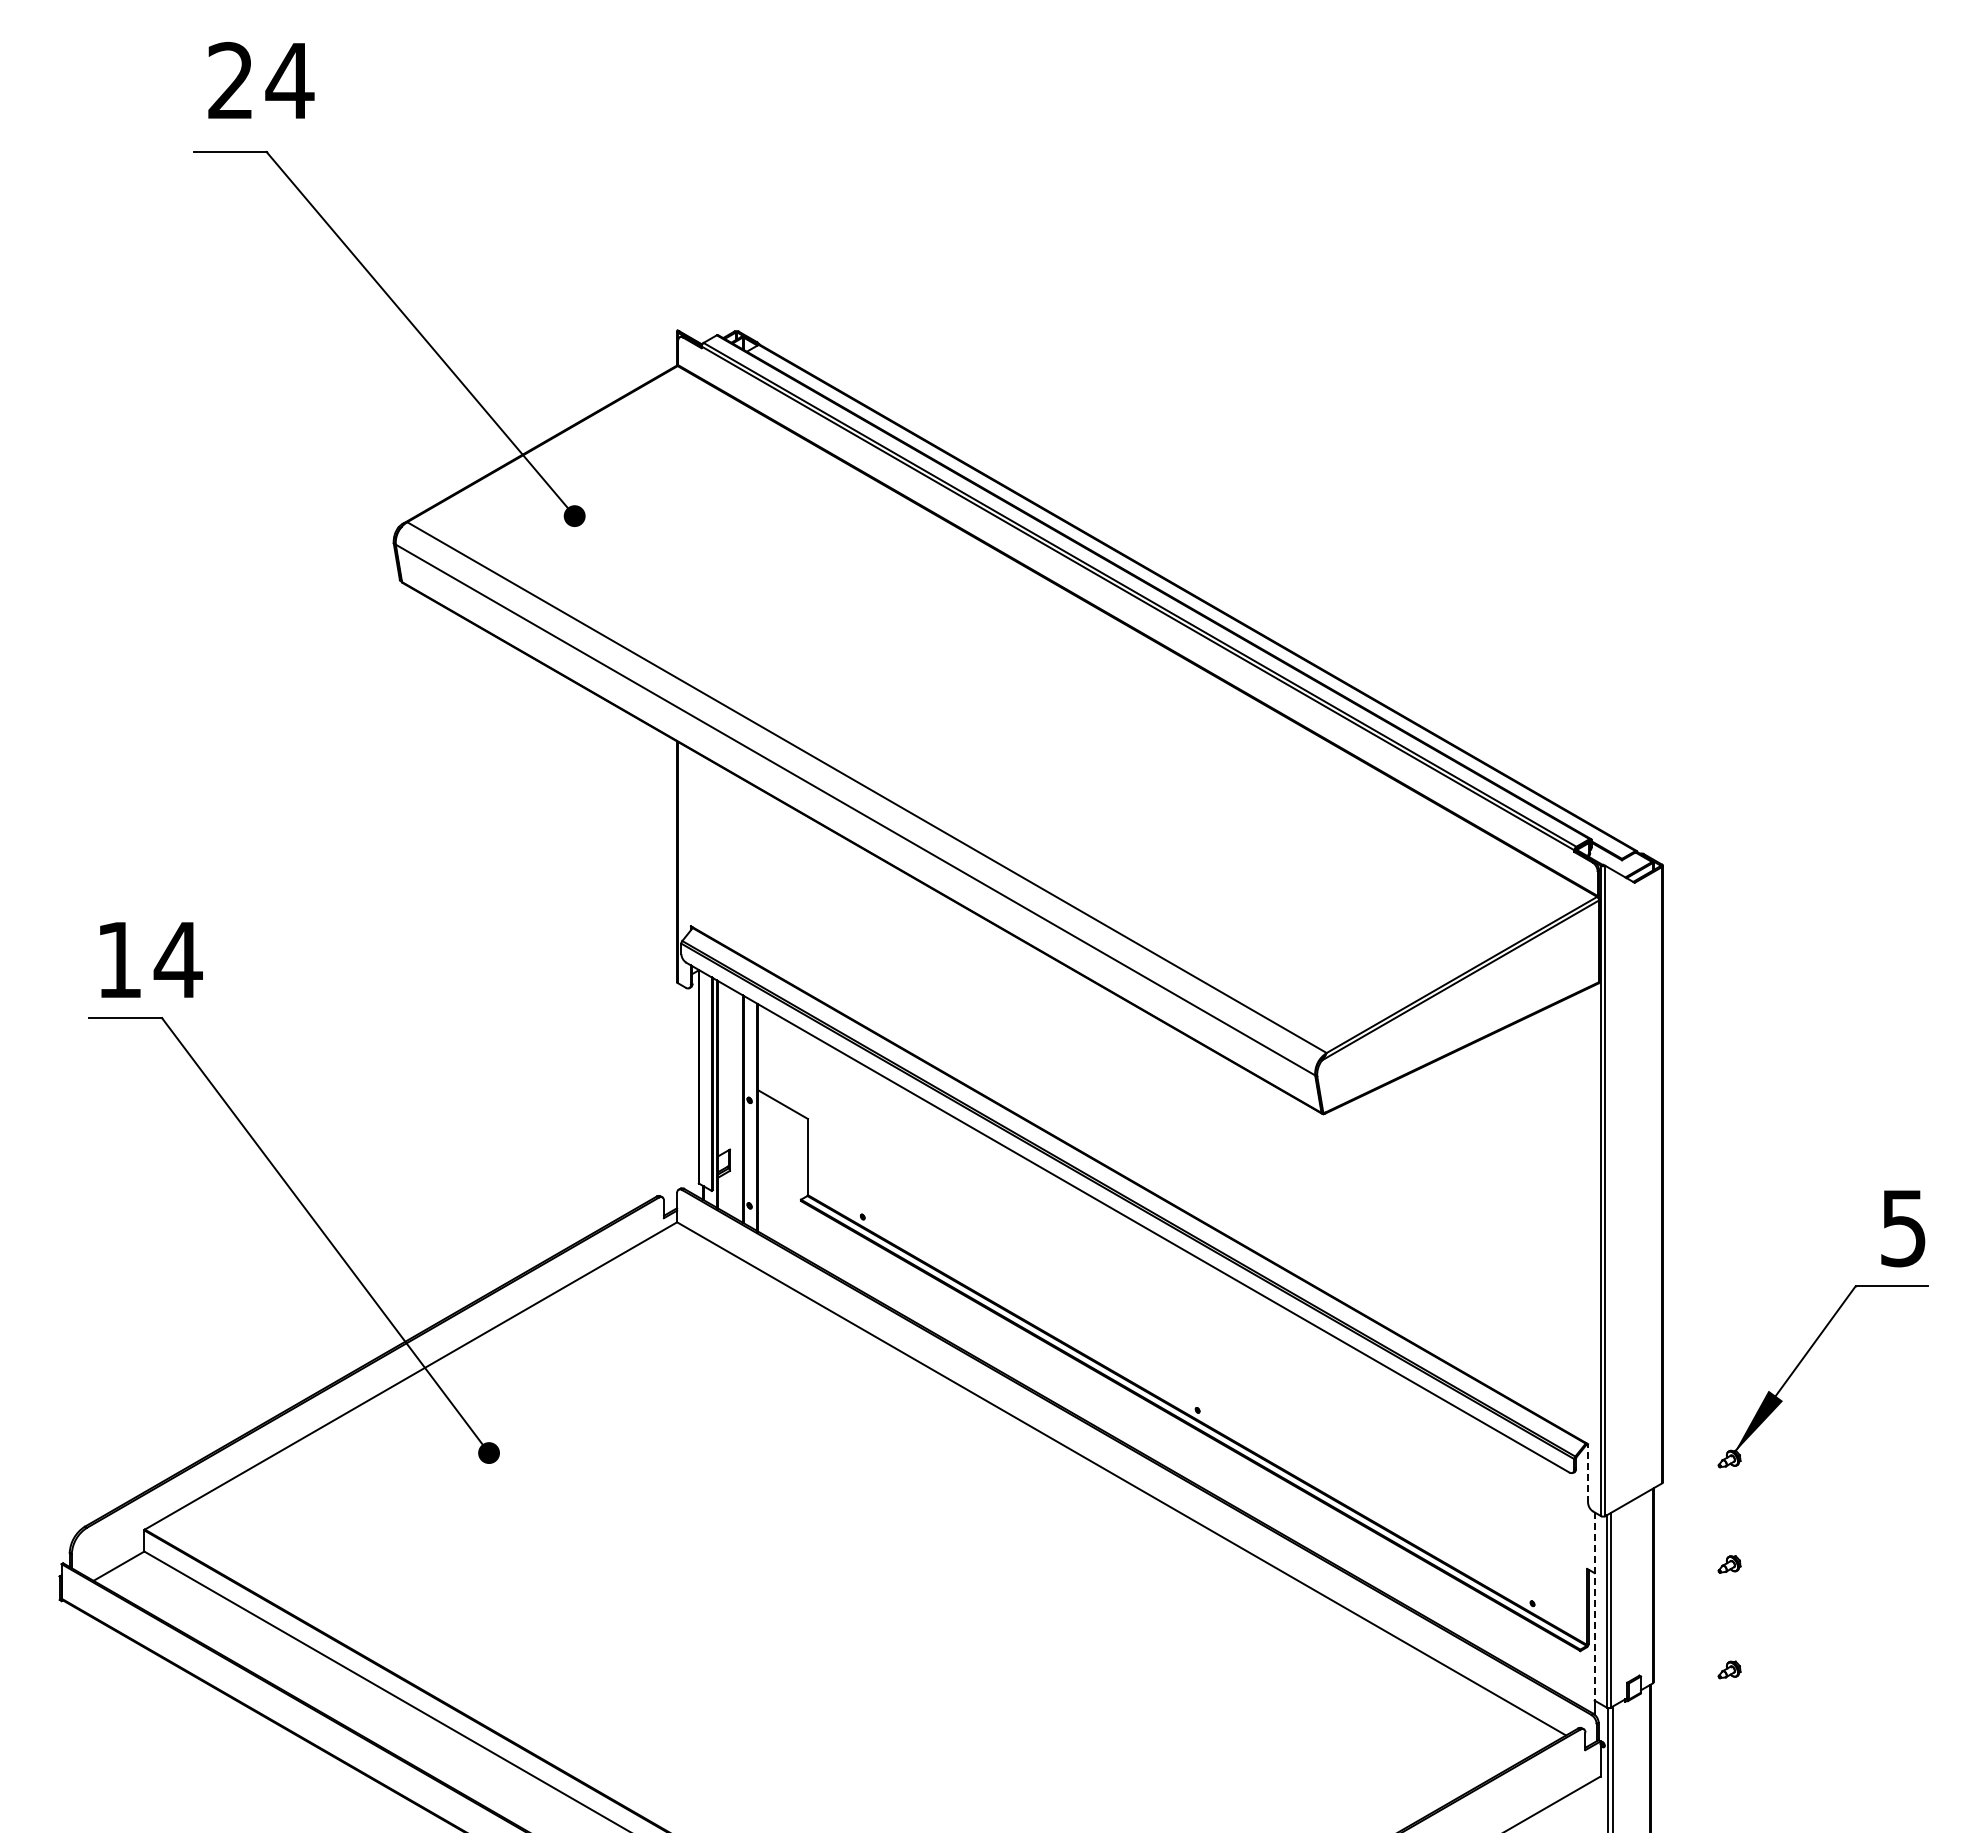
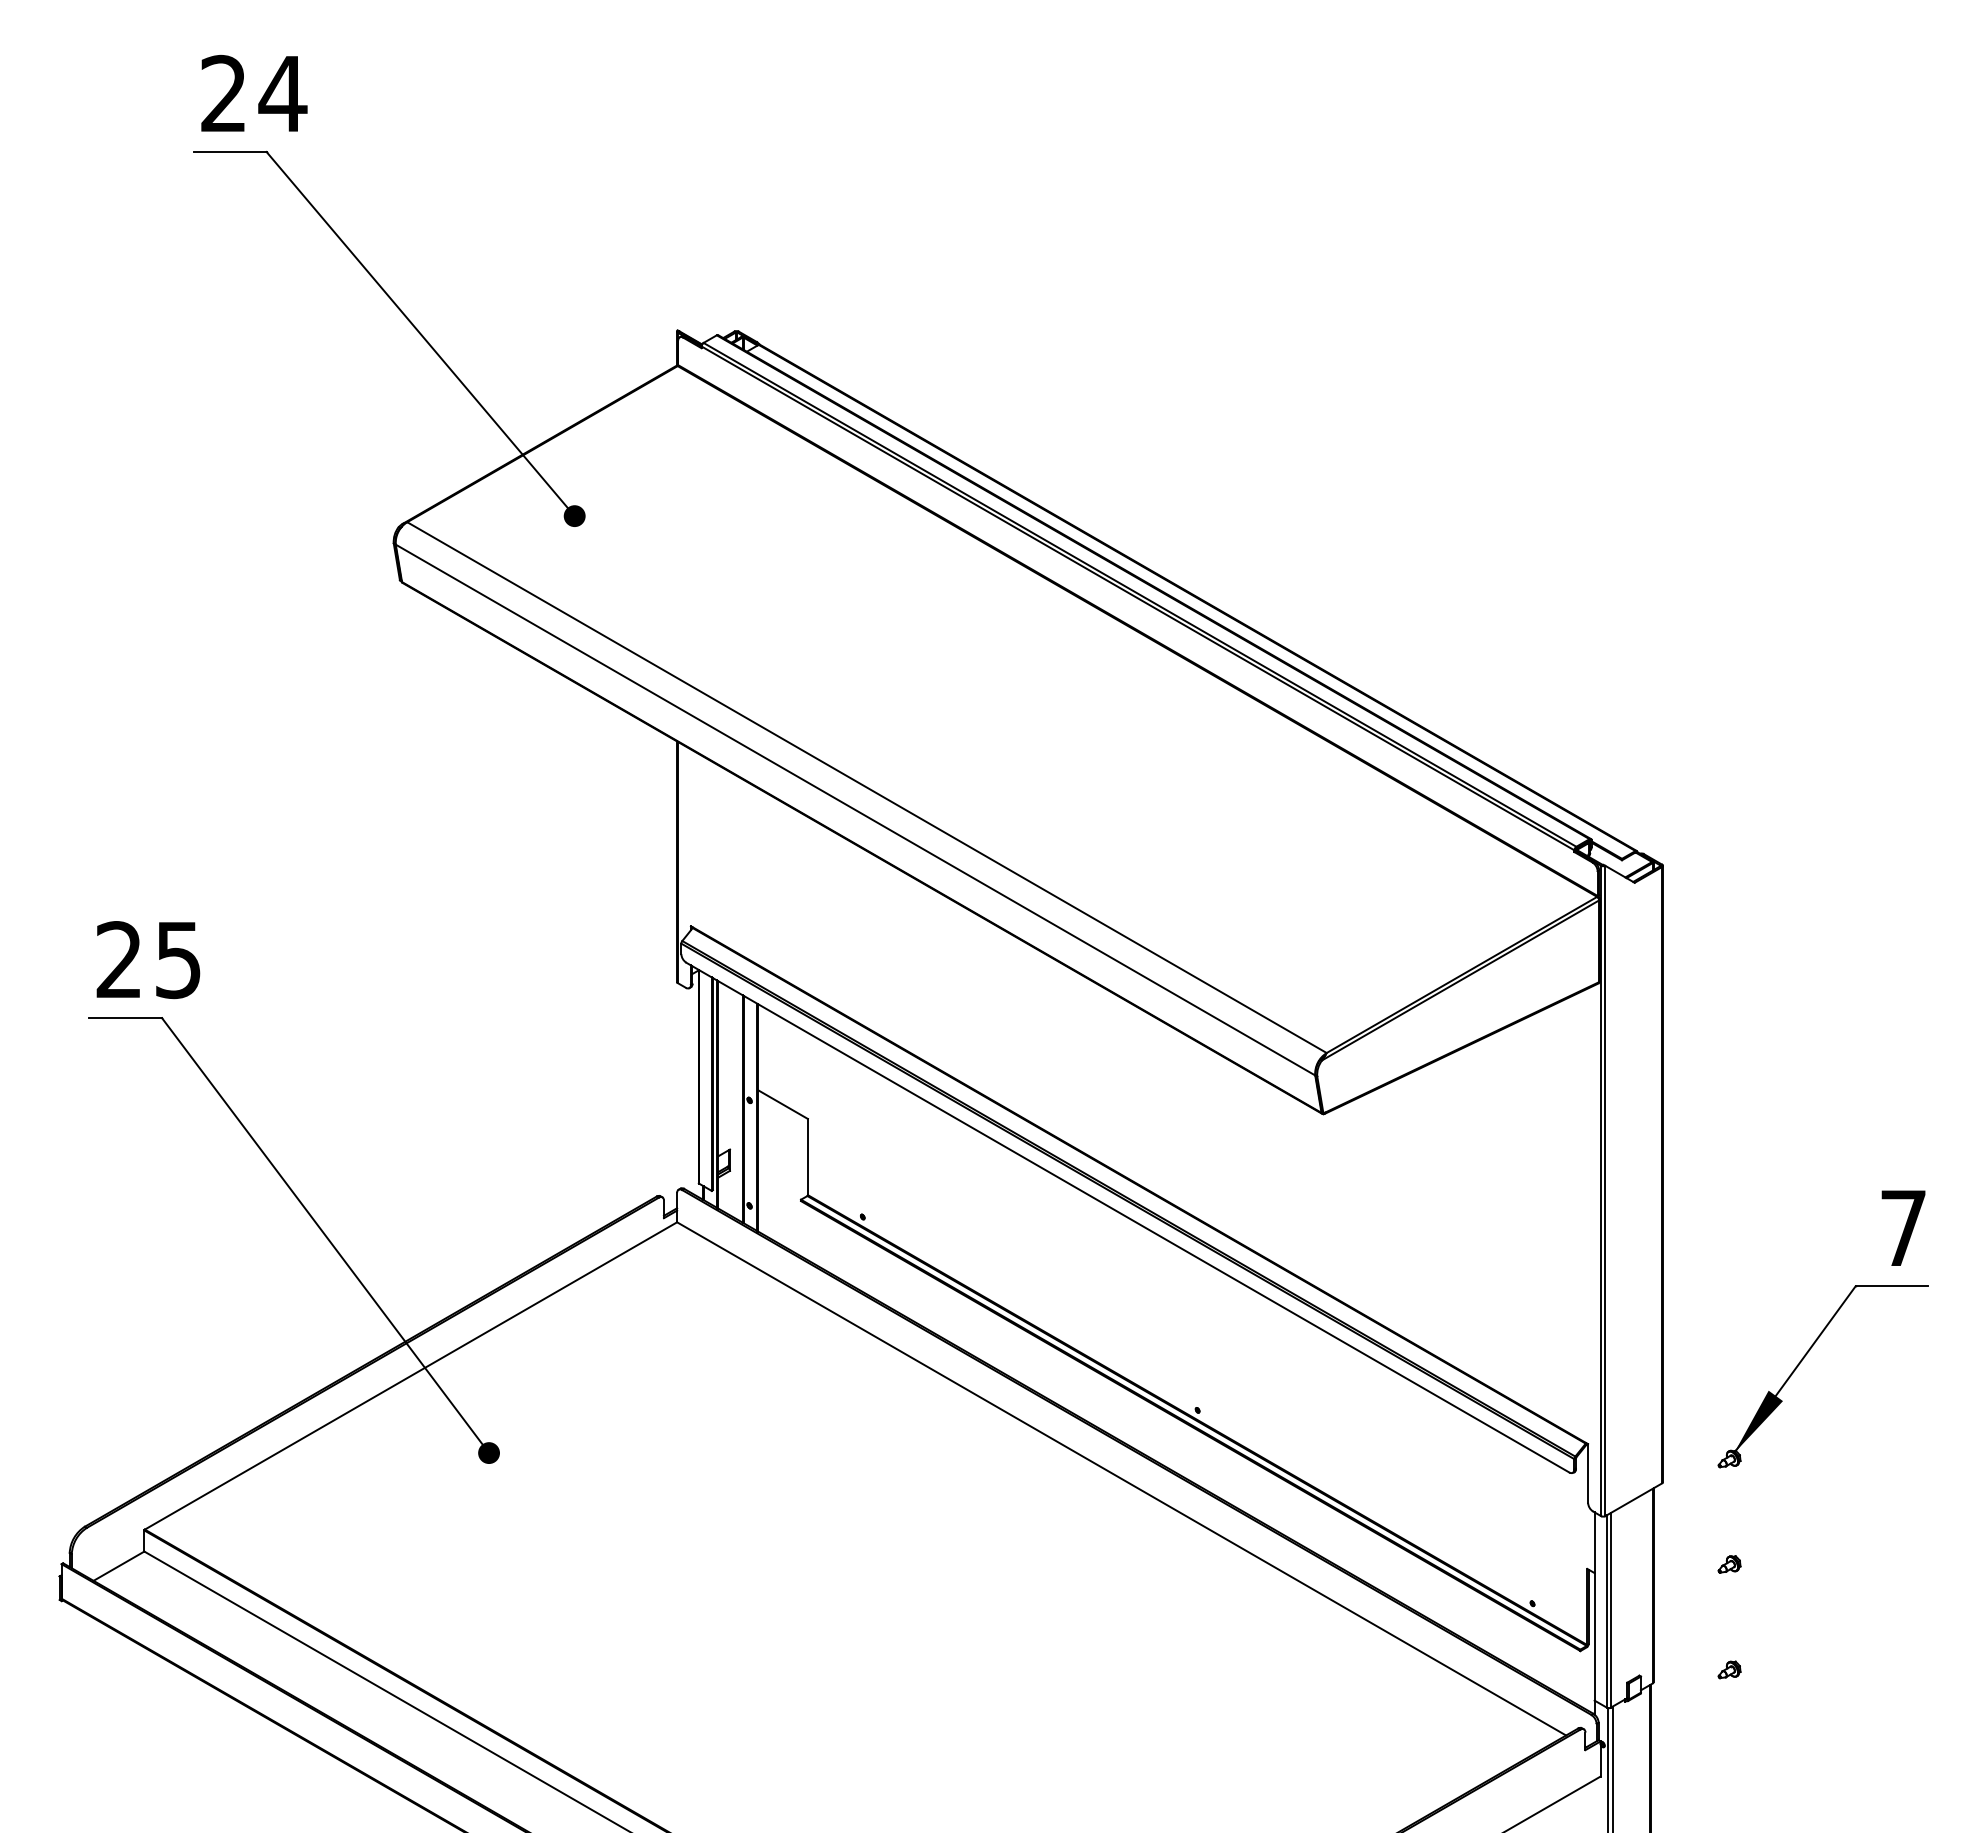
text at (261, 80) position: (261, 80) -> (254, 93)
text at (149, 960): 14 -> 25
text at (1903, 1228): 5 -> 7
line at (1588, 1472): dashed -> solid
line at (1594, 1607): dashed -> solid
